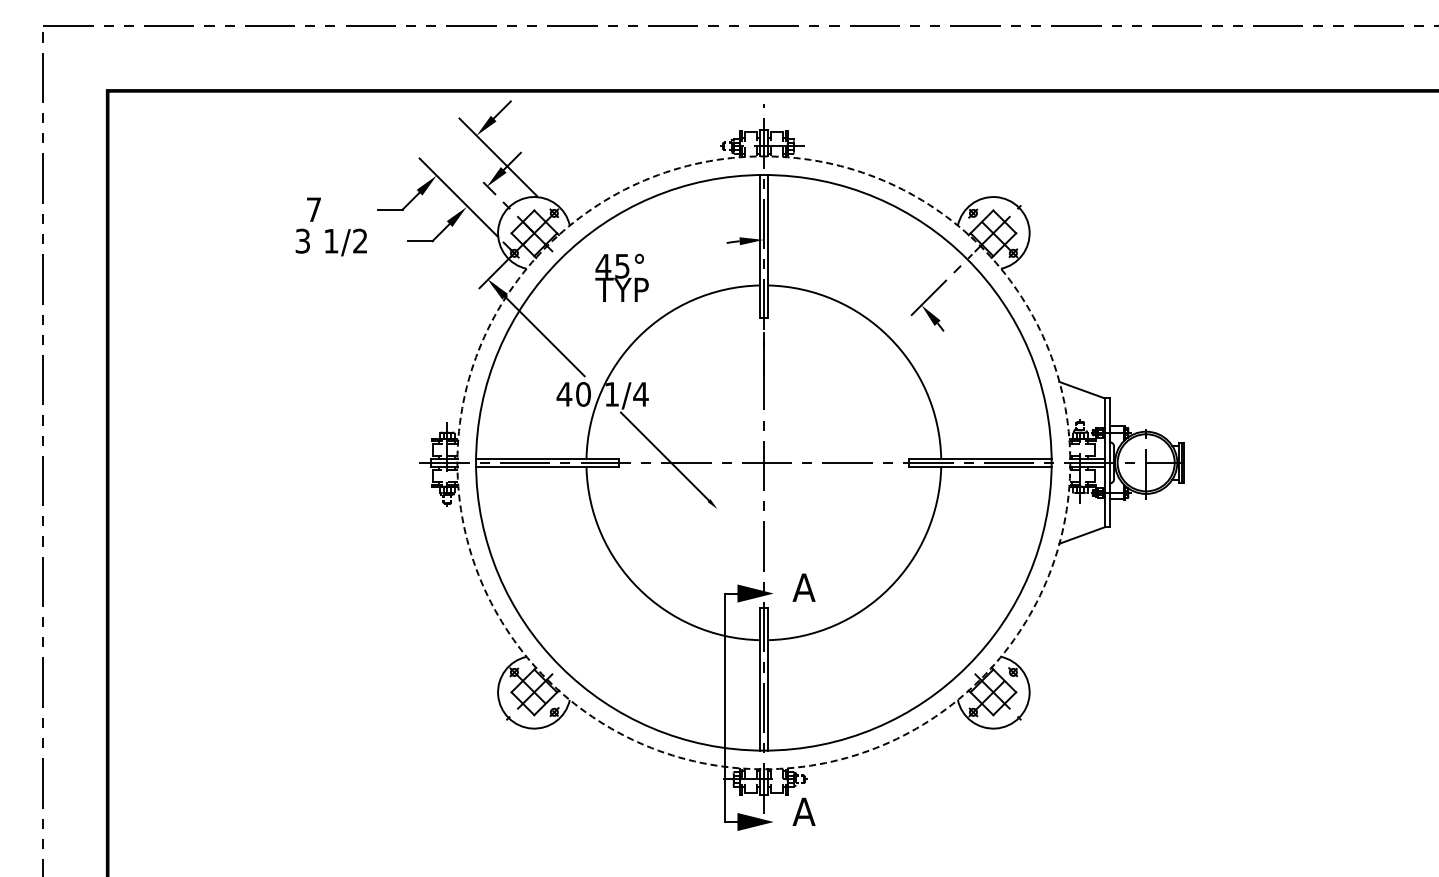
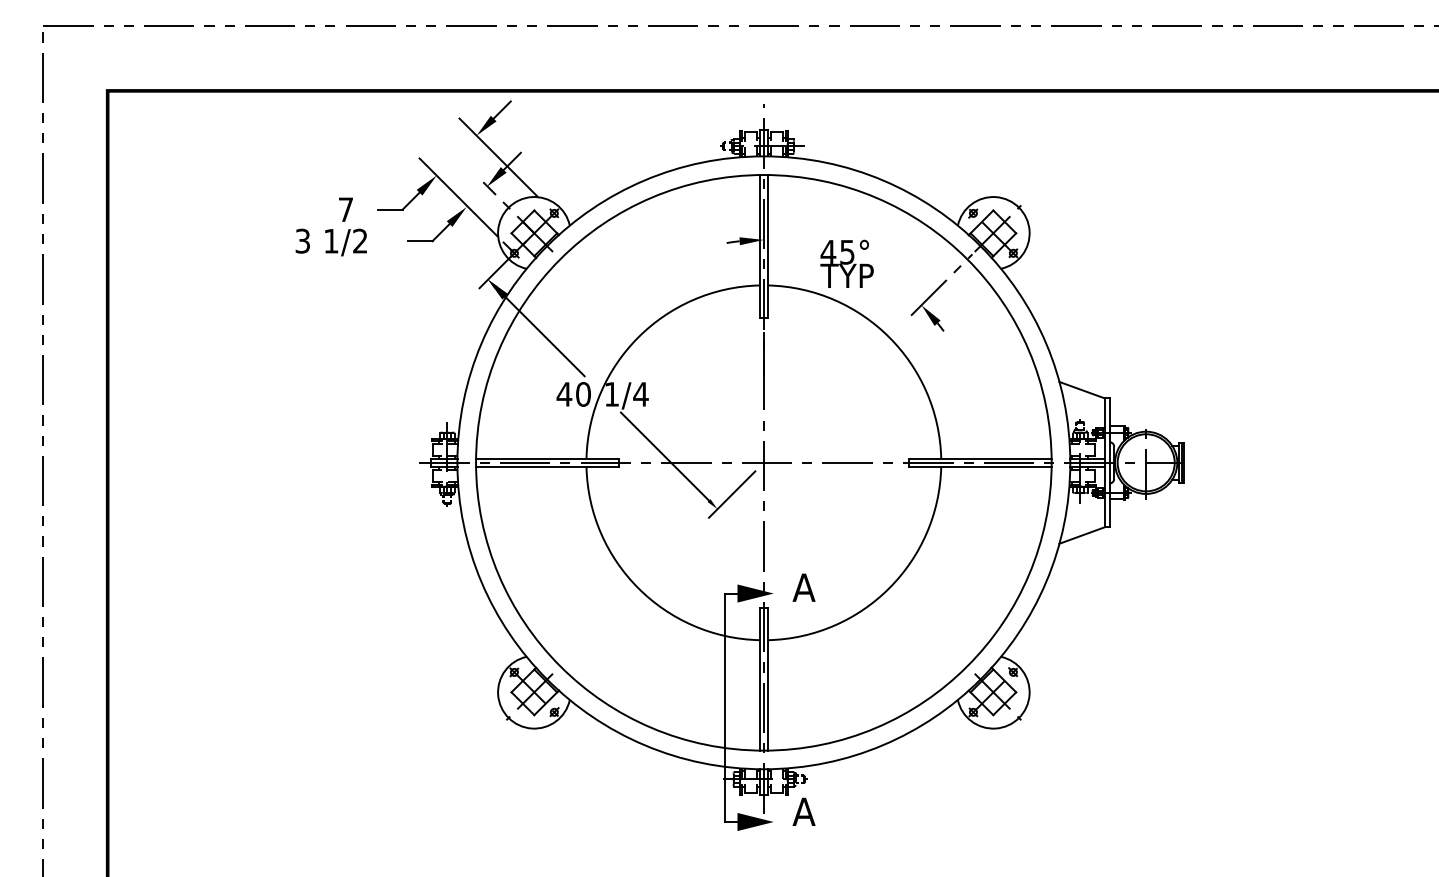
text at (313, 209) position: (313, 209) -> (345, 209)
text at (621, 277) position: (621, 277) -> (846, 263)
circle at (763, 462): dashed -> solid
line at (732, 494): none -> present
